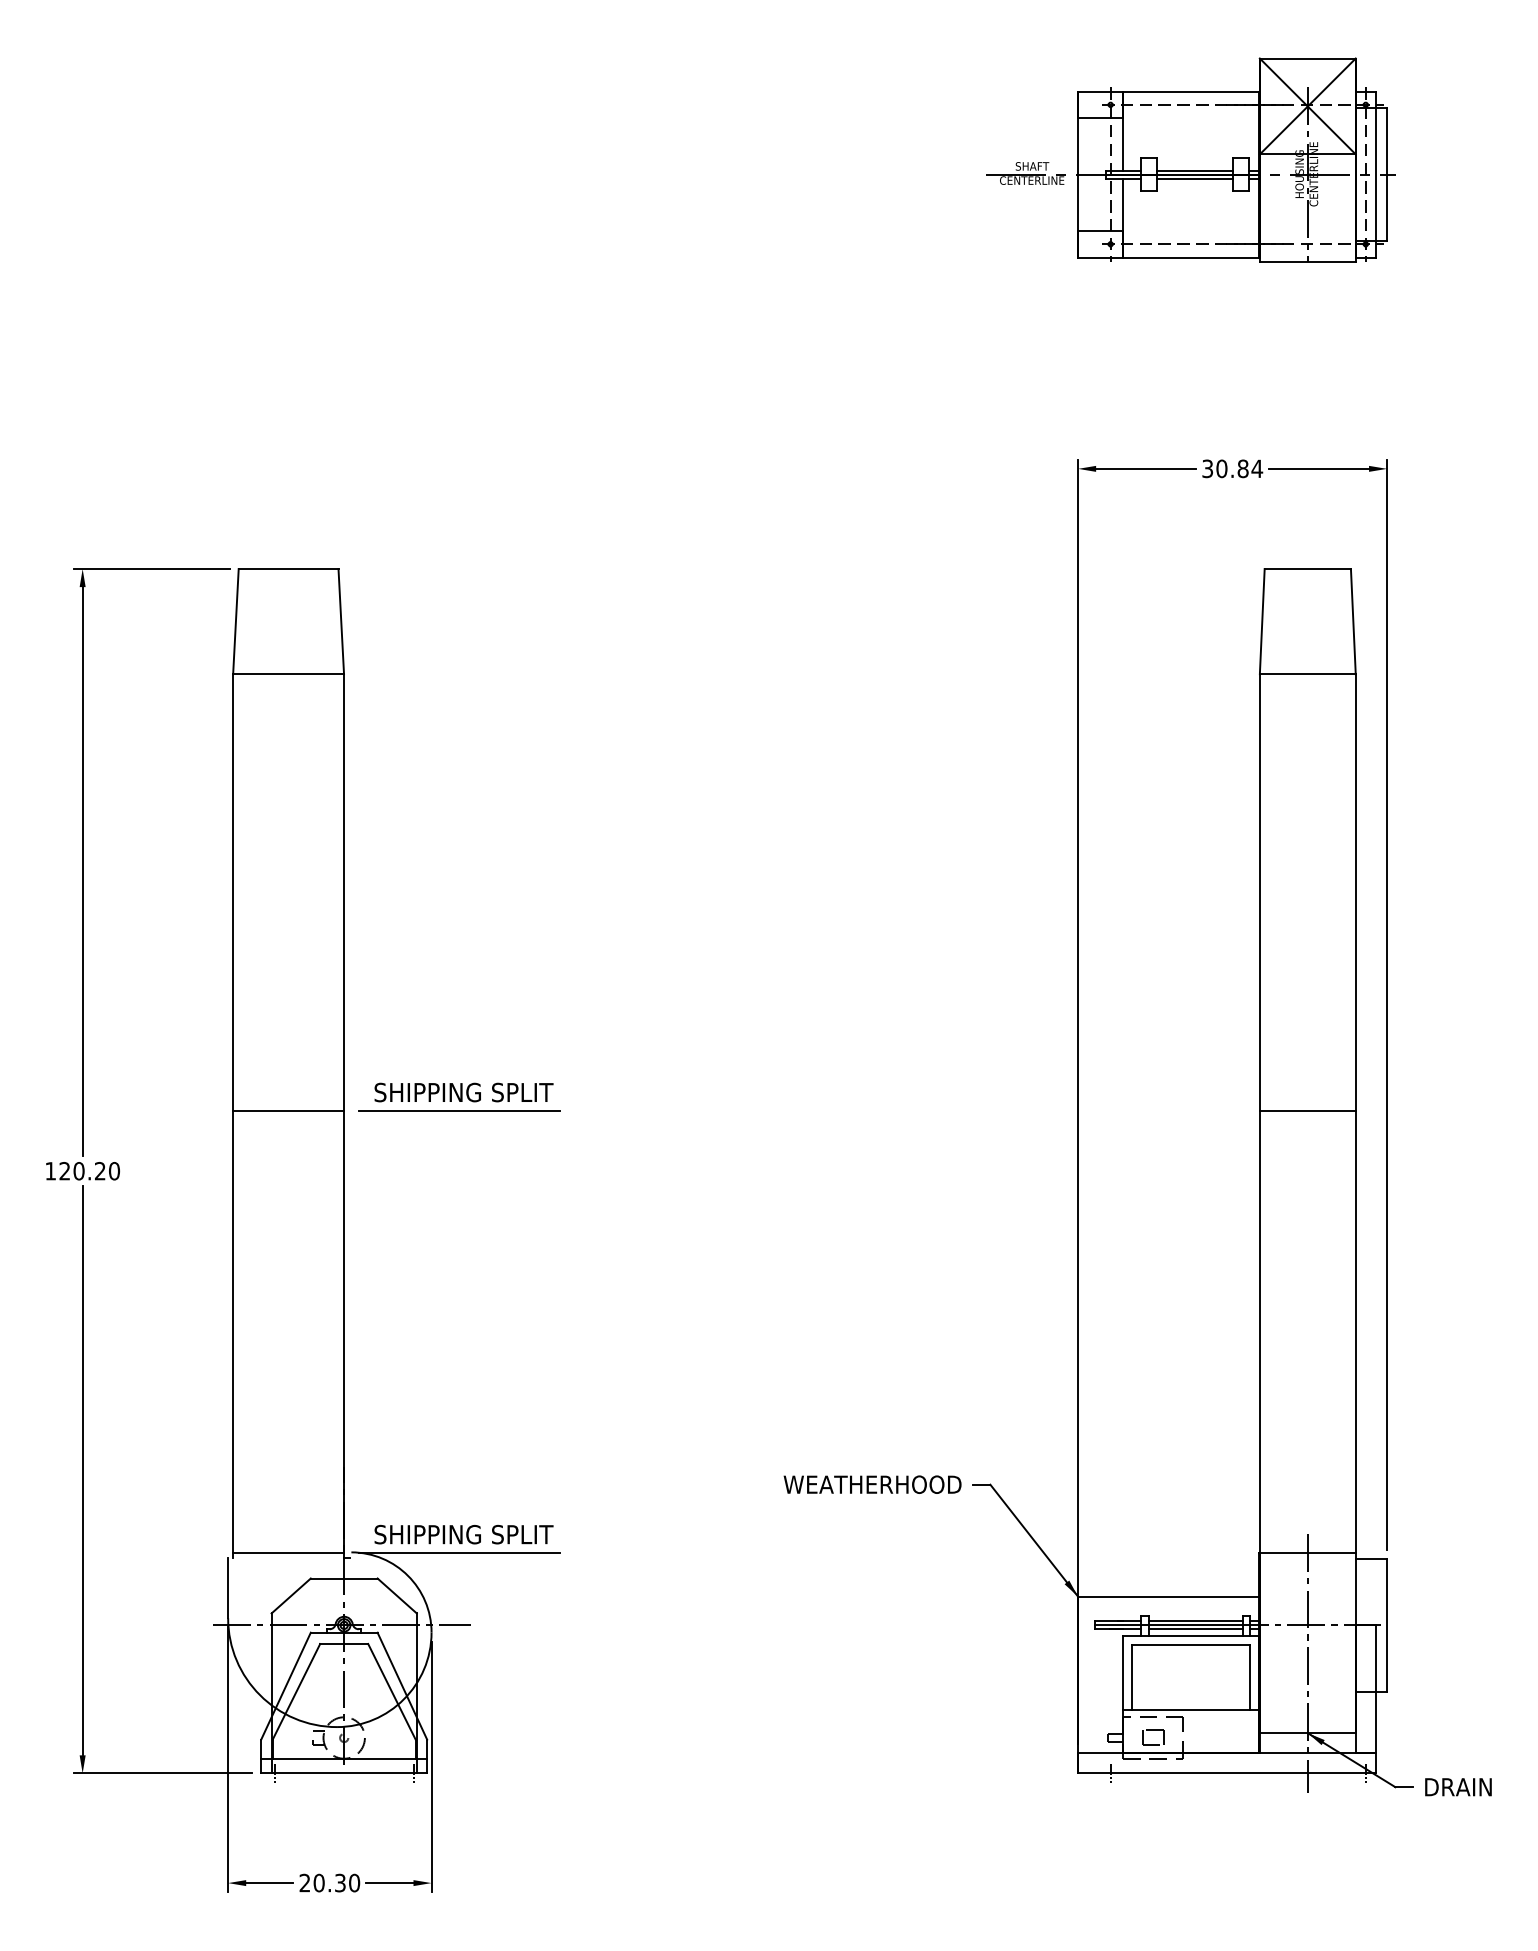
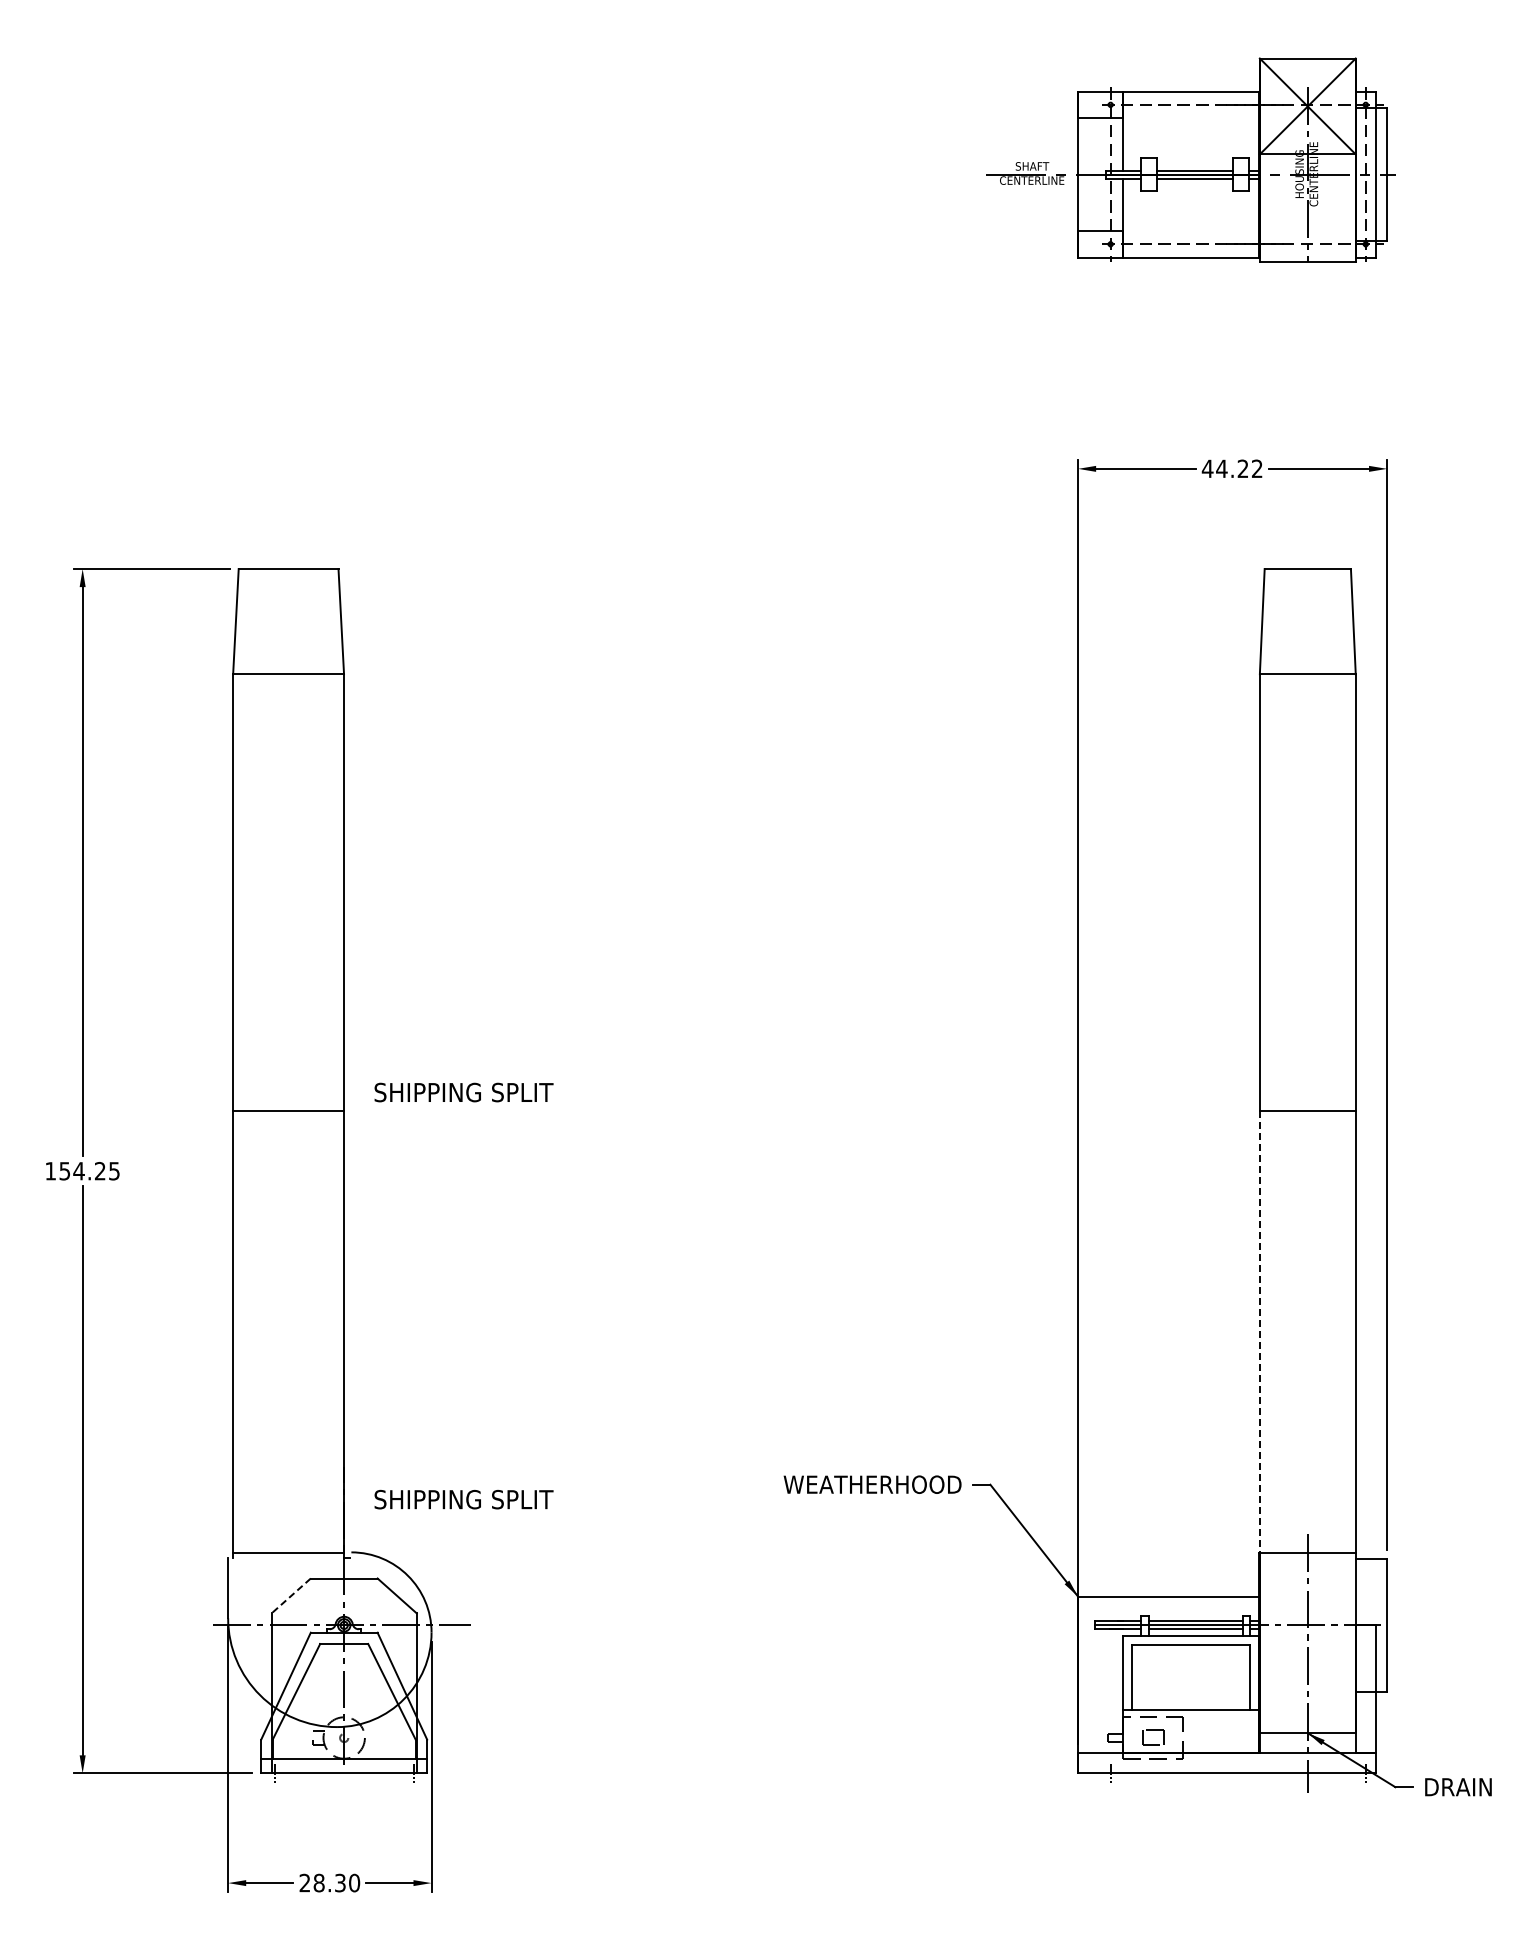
text at (1232, 468): 30.84 -> 44.22
line at (458, 1111): present -> none
text at (89, 1171): 120.20 -> 154.25
line at (1259, 1332): solid -> dashed
text at (463, 1534) position: (463, 1534) -> (463, 1499)
line at (458, 1553): present -> none
line at (290, 1596): solid -> dashed
text at (318, 1883): 20.30 -> 28.30
